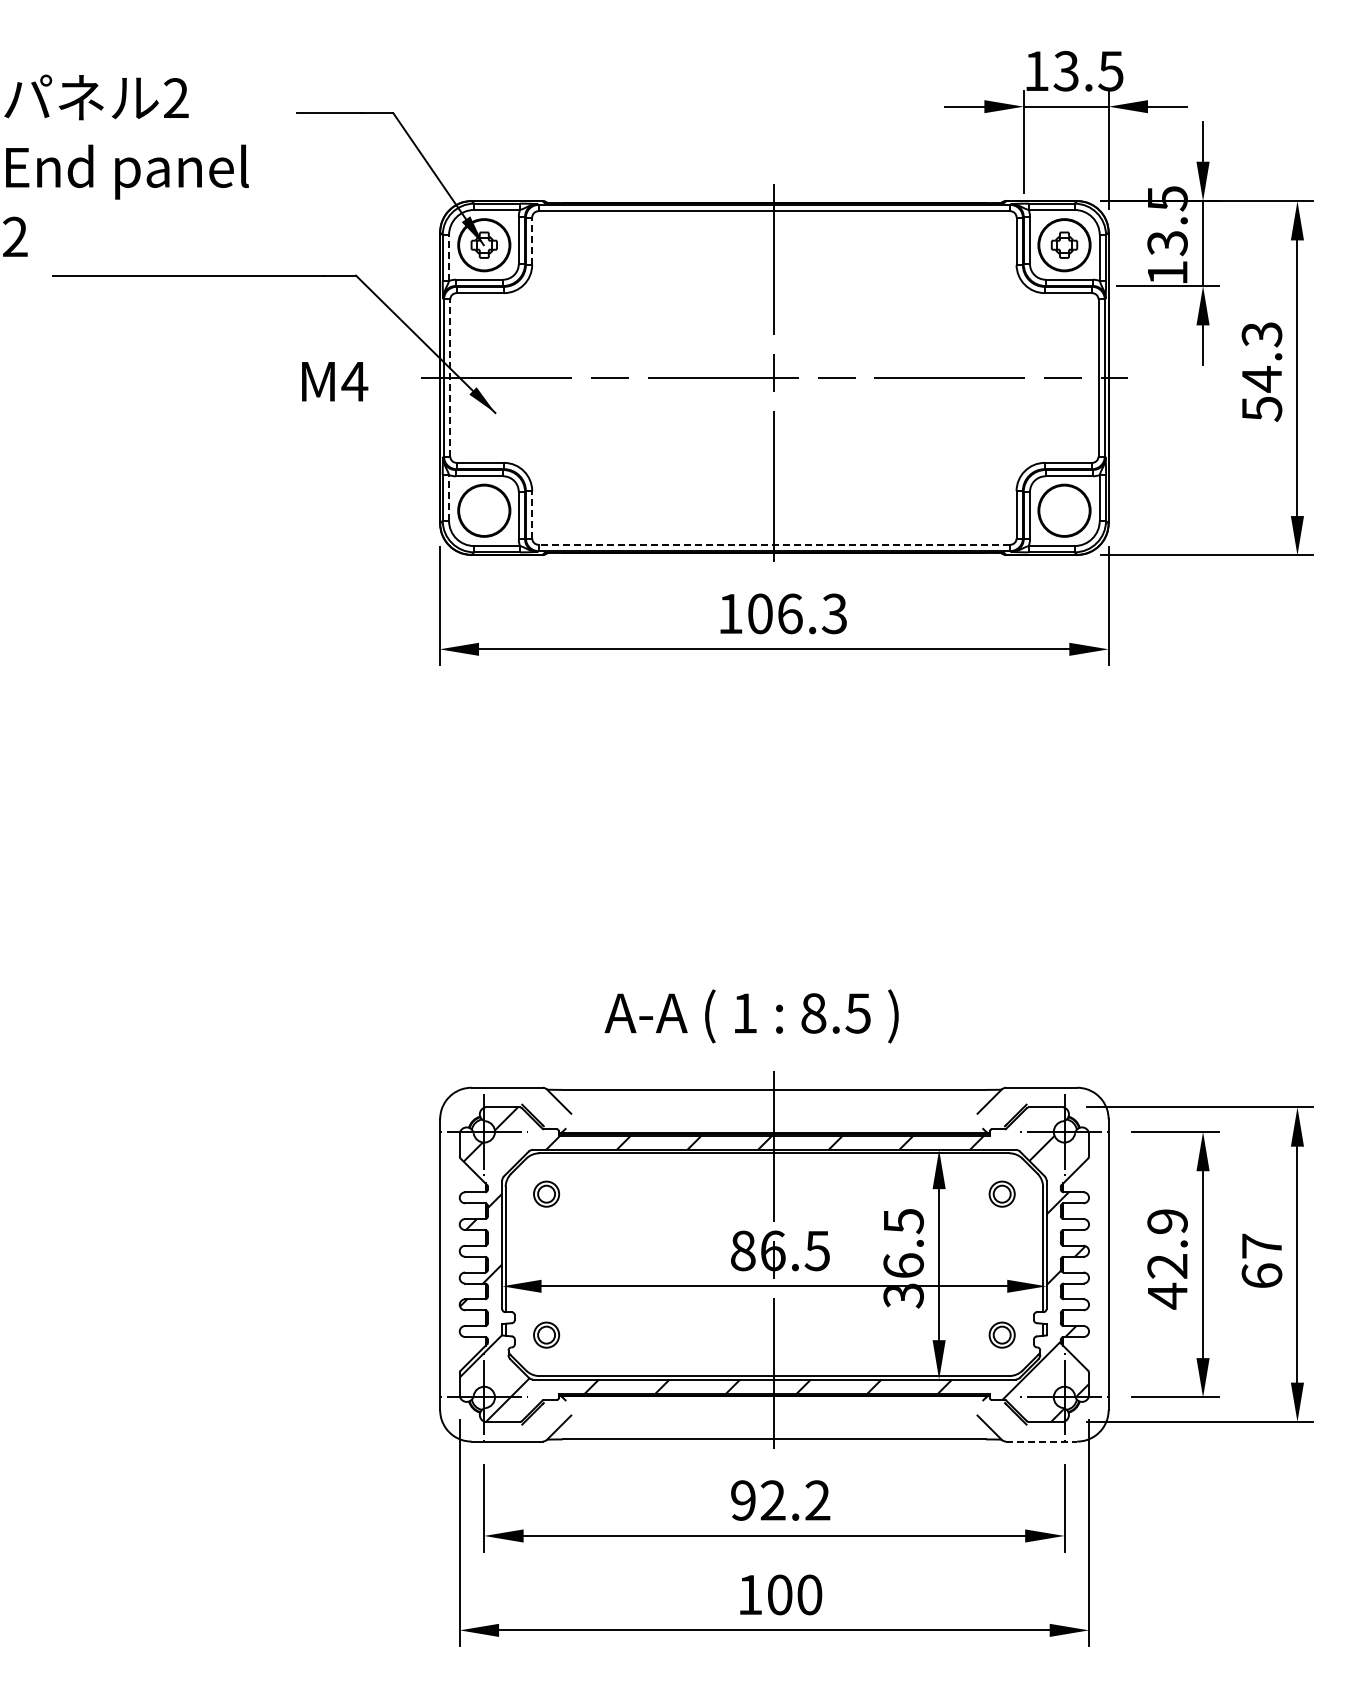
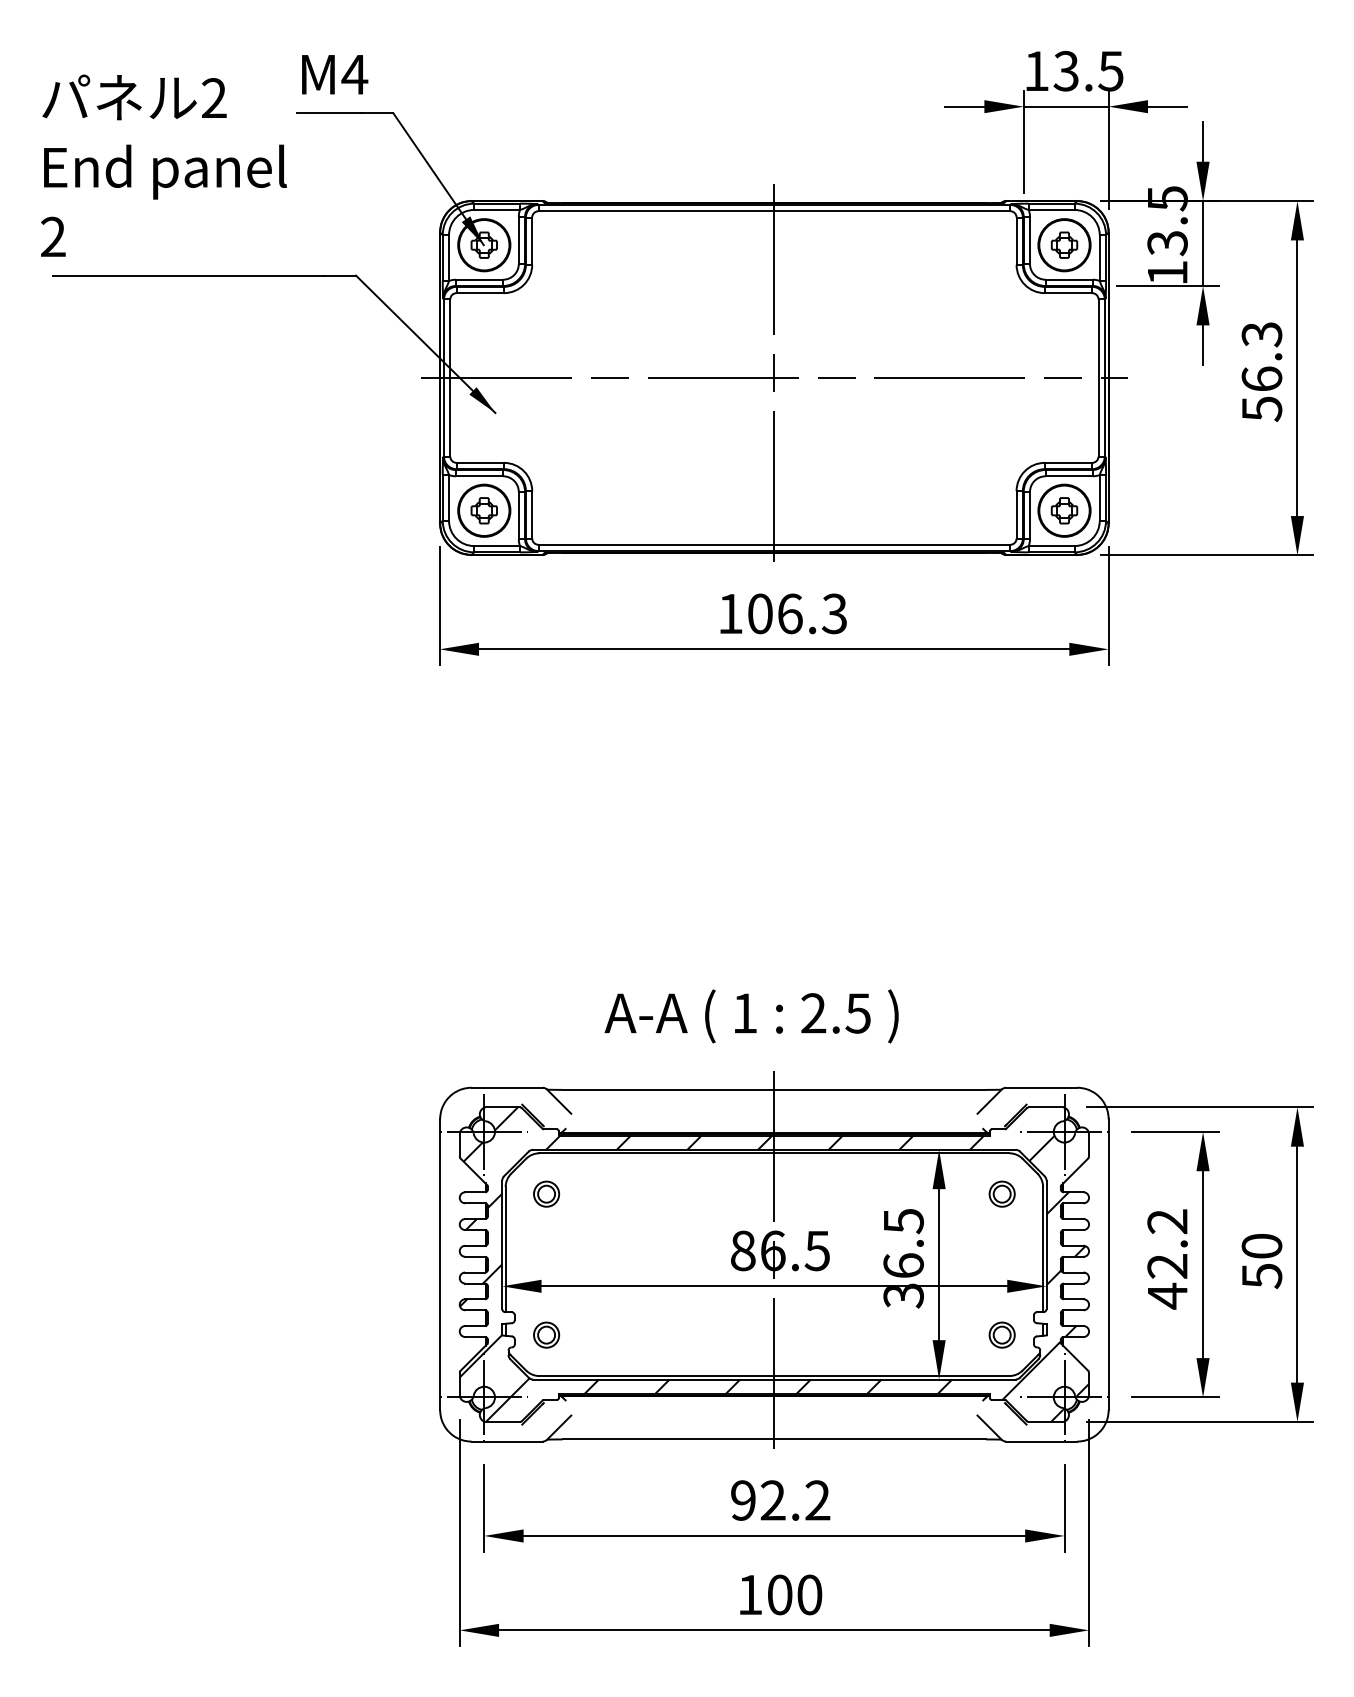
text at (125, 165) position: (125, 165) -> (163, 165)
line at (532, 241): dashed -> solid
line at (449, 258): dashed -> solid
line at (450, 378): dashed -> solid
text at (1261, 378): 54.3 -> 56.3
text at (335, 381) position: (335, 381) -> (335, 74)
line at (449, 497): dashed -> solid
part at (483, 510): none -> present
part at (1064, 510): none -> present
line at (532, 514): dashed -> solid
line at (774, 544): dashed -> solid
text at (813, 1013): 8.5 -> 2.5
text at (1167, 1221): 42.9 -> 42.2
text at (1261, 1261): 67 -> 50
line at (1041, 1441): dashed -> solid
